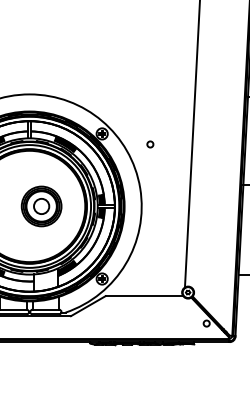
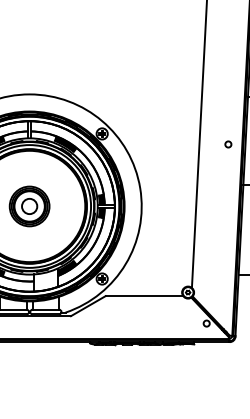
circle at (150, 144) position: (150, 144) -> (228, 144)
line at (191, 144) position: (191, 144) -> (198, 144)
part at (41, 206) position: (41, 206) -> (29, 206)
